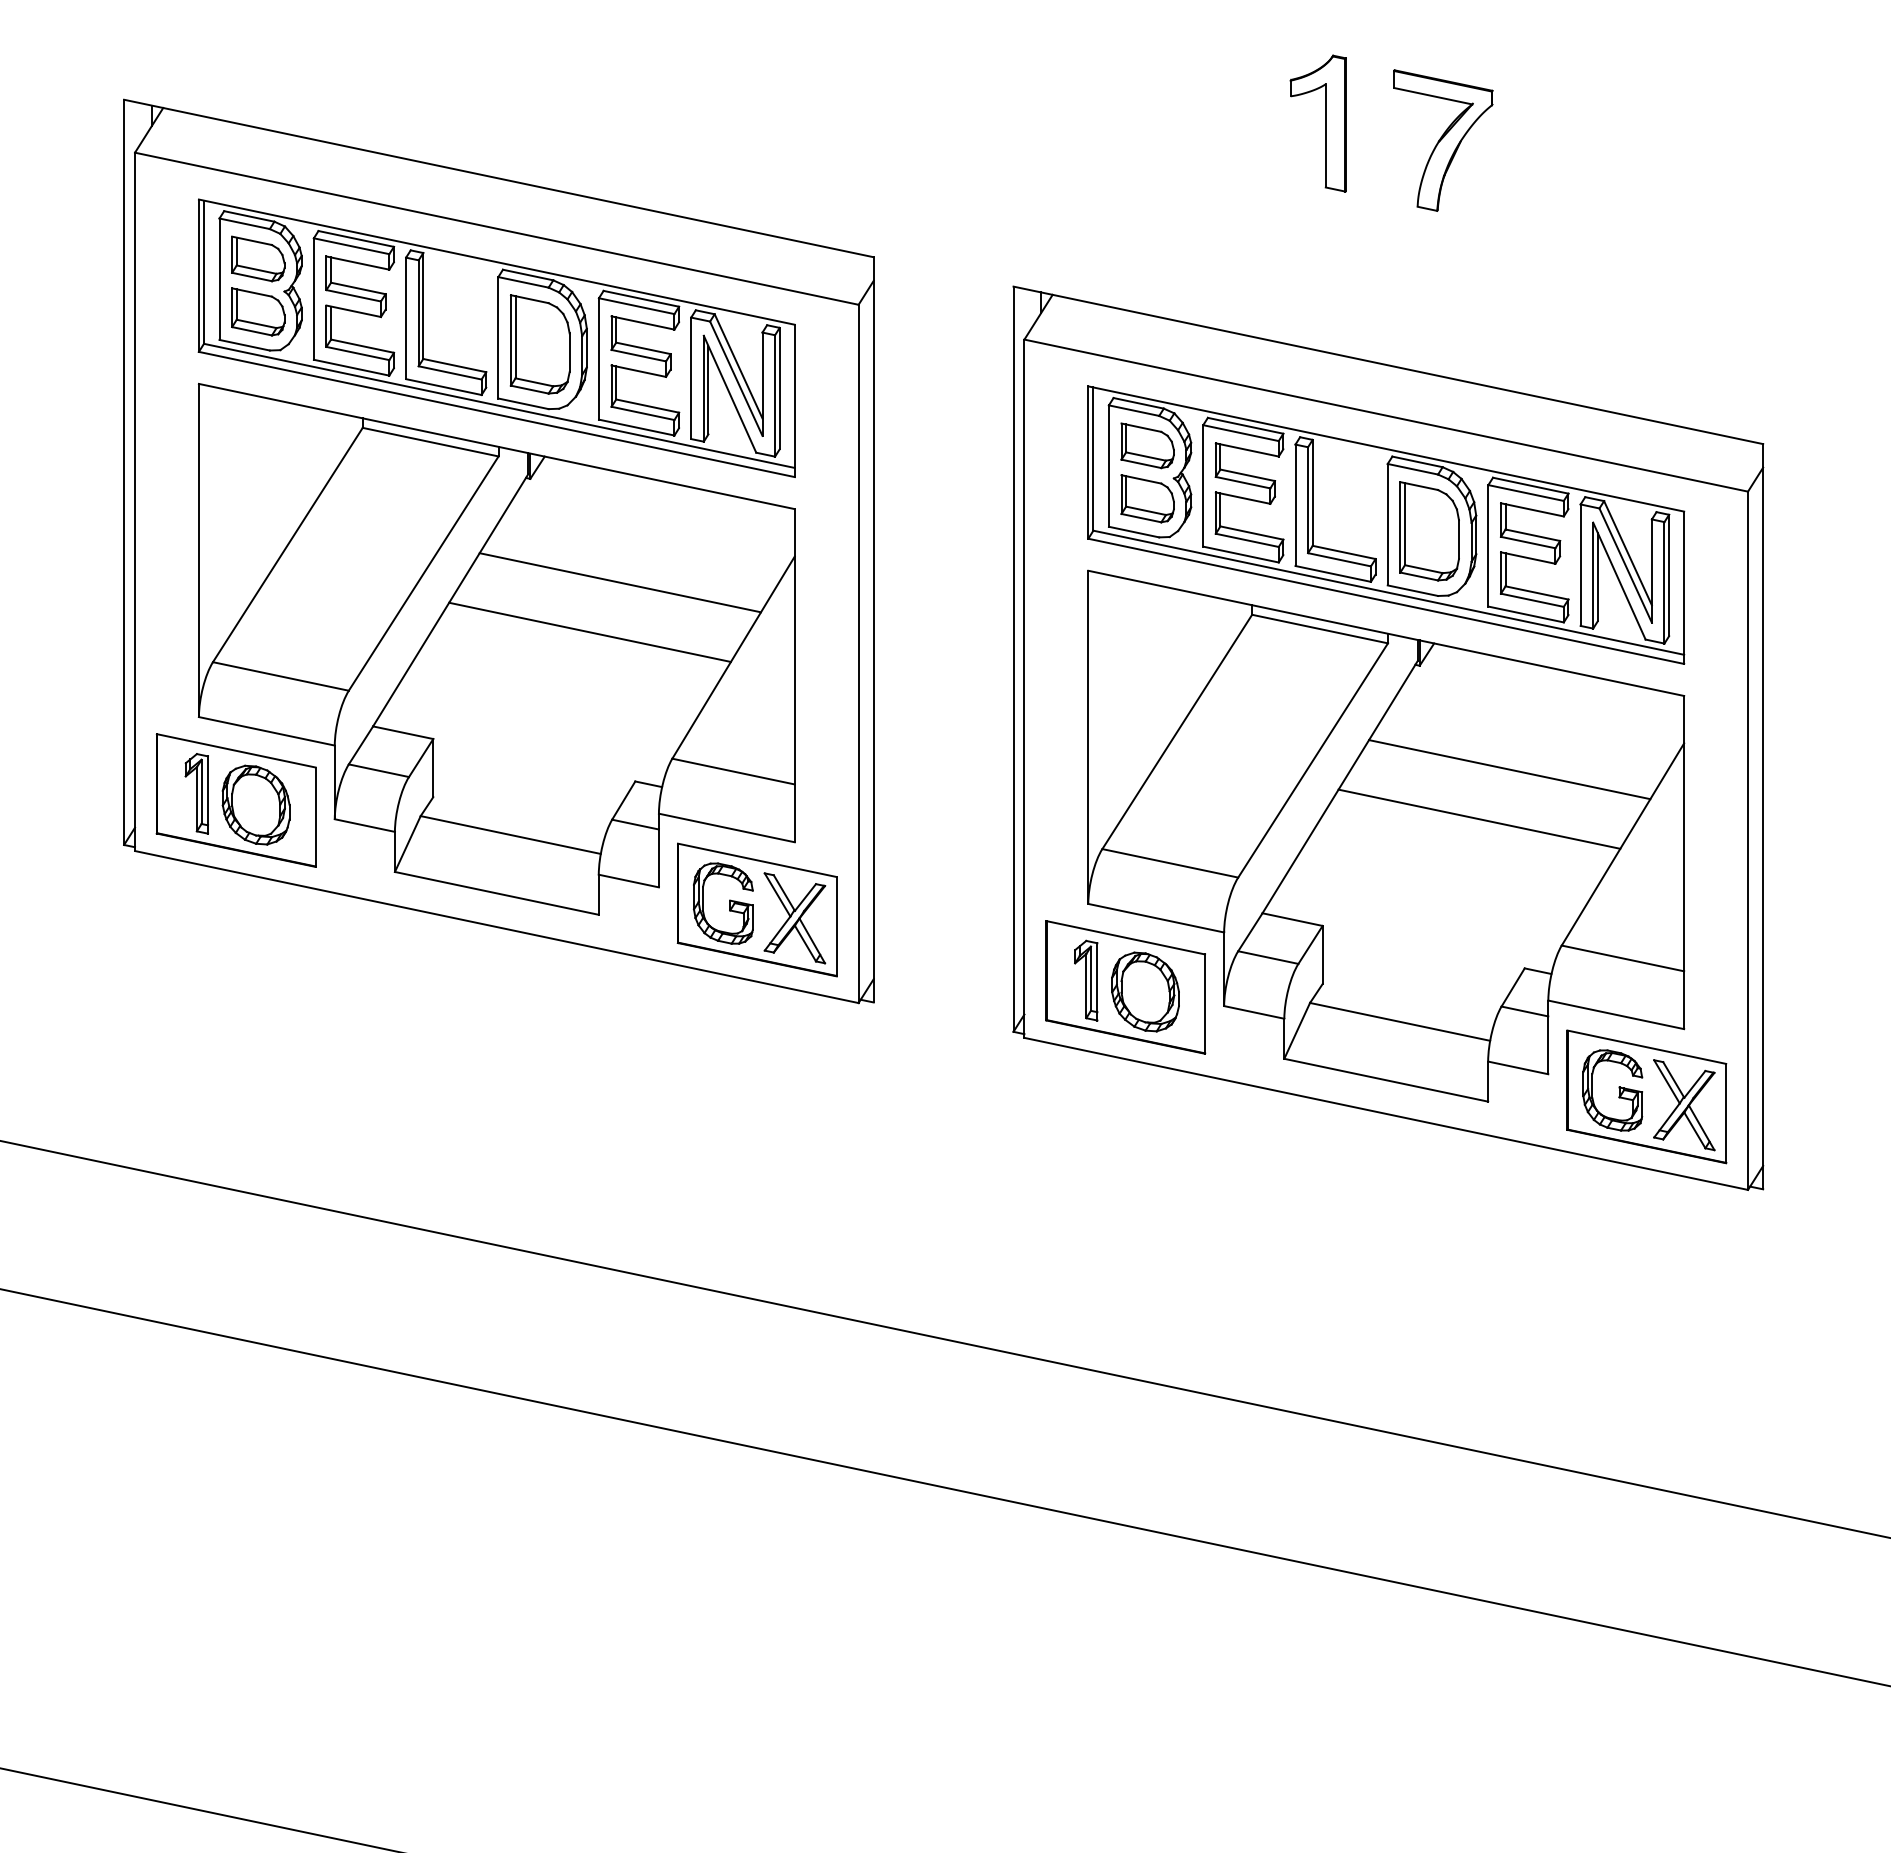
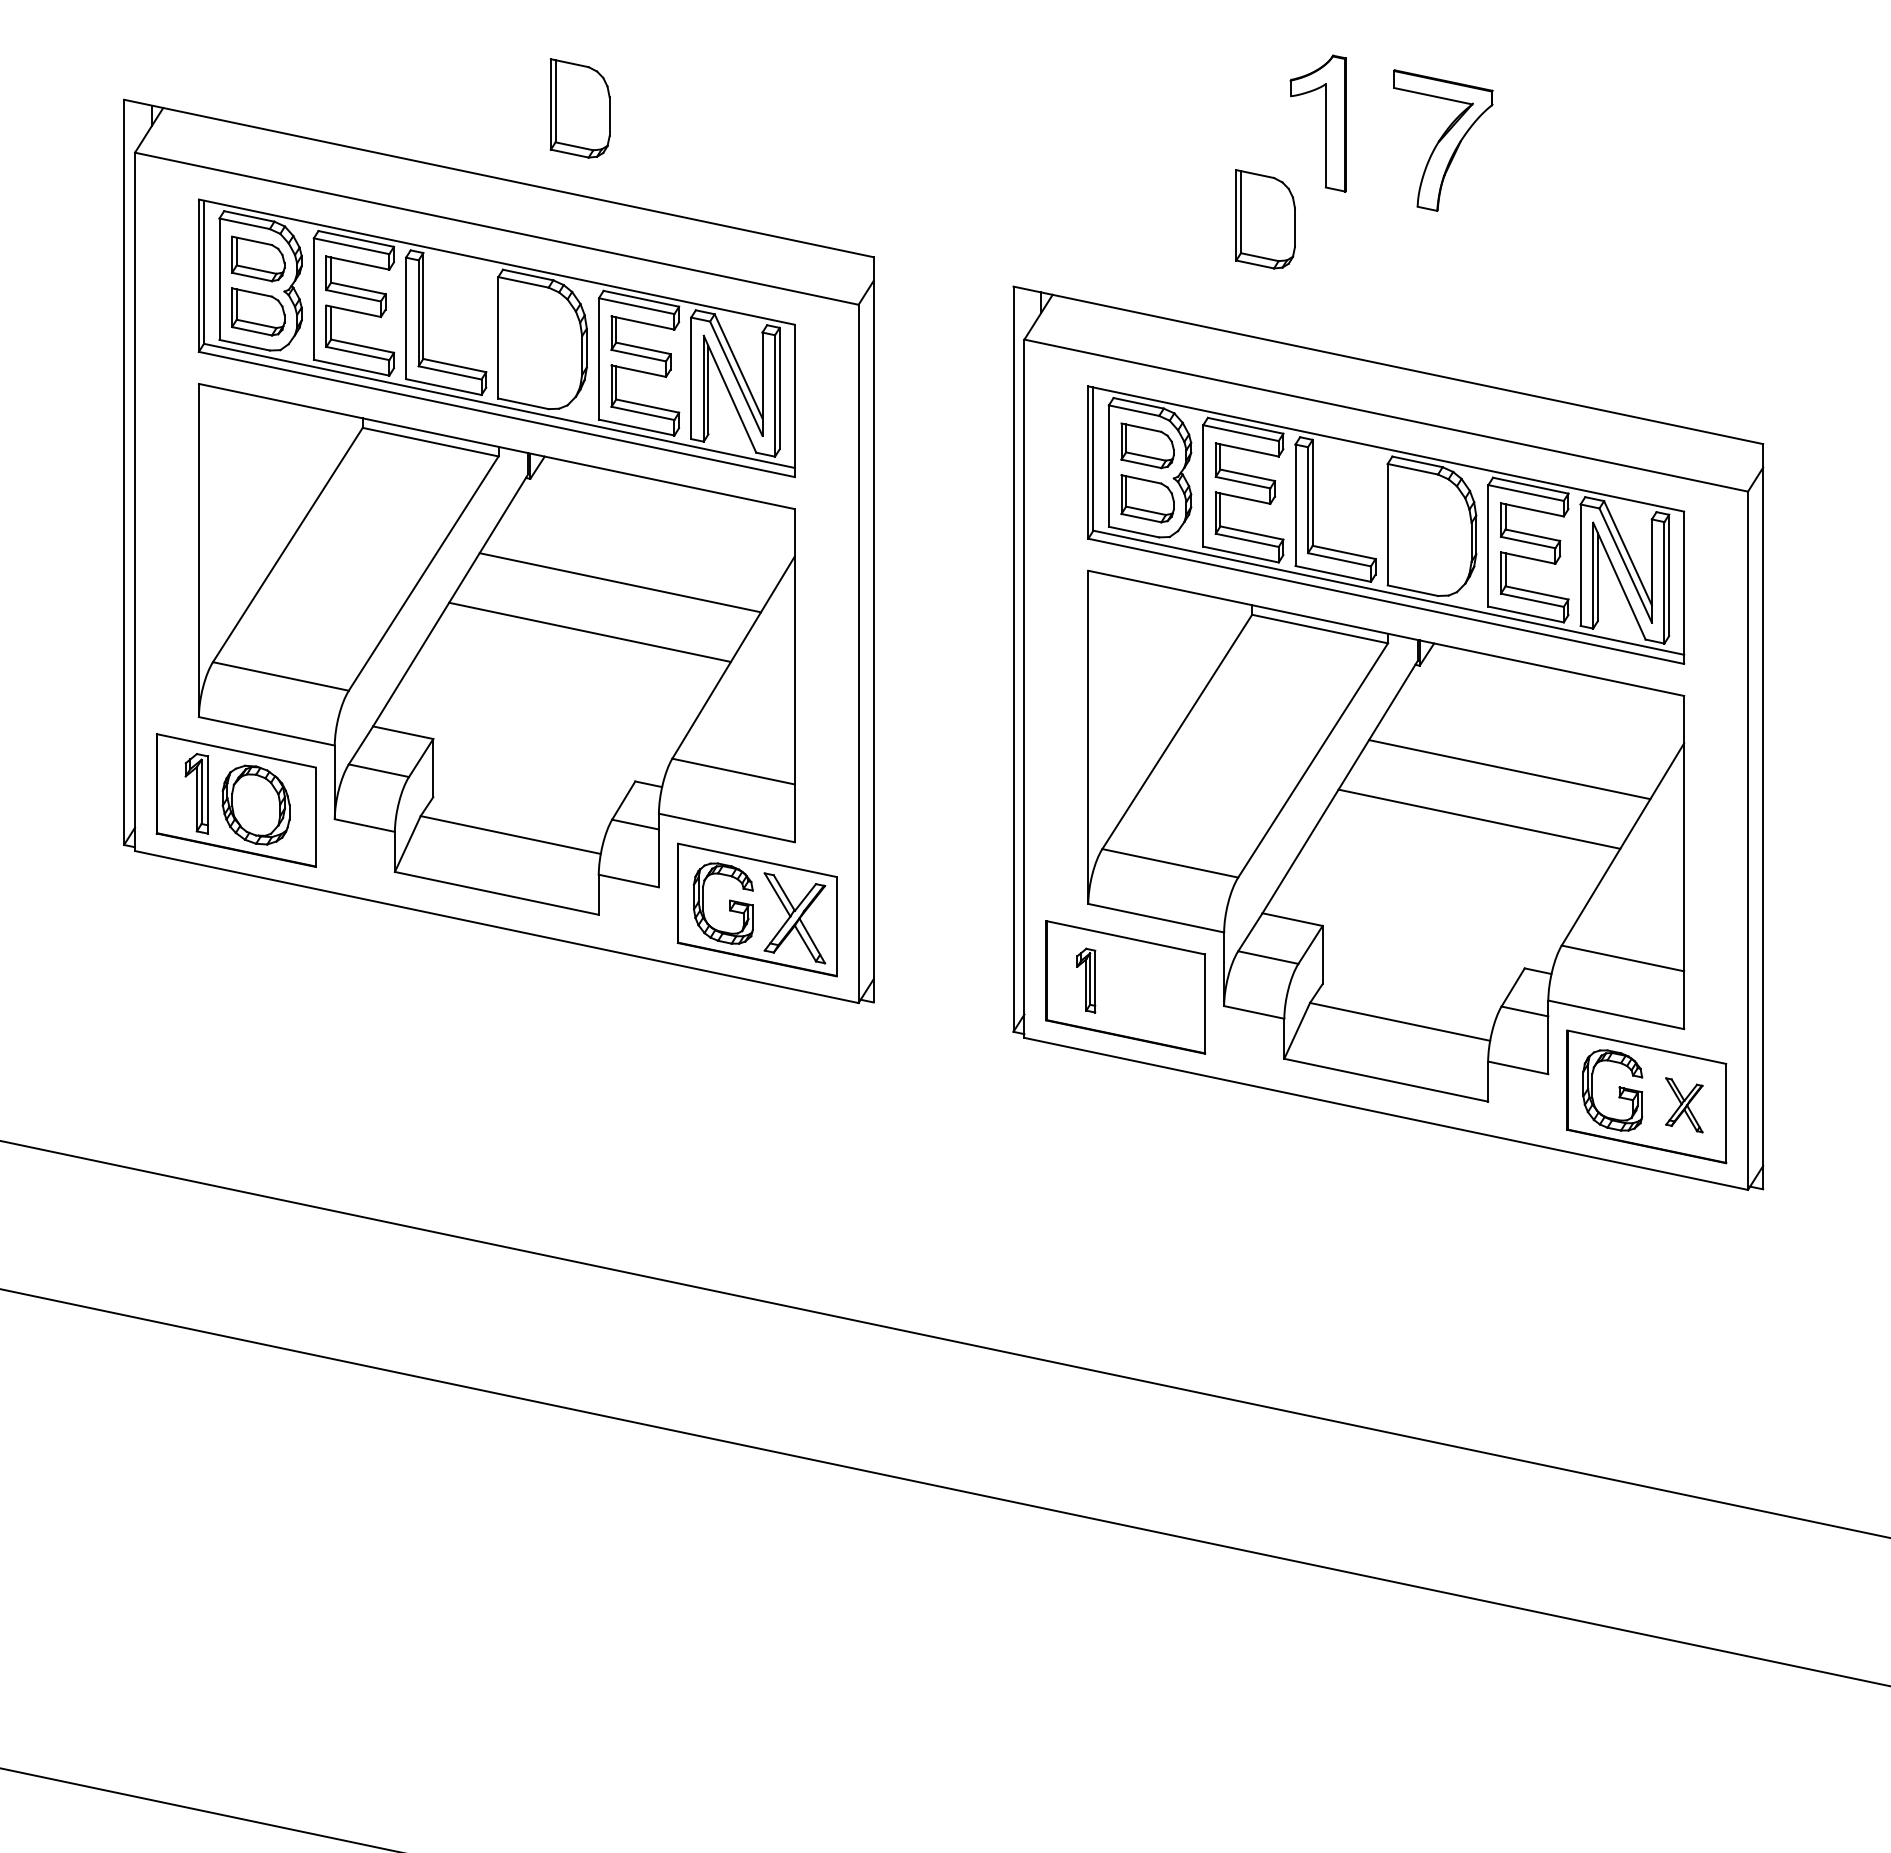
part at (539, 344) position: (539, 344) -> (579, 108)
part at (1429, 531) position: (1429, 531) -> (1265, 219)
part at (1086, 980) size: 25x83 px -> 21x67 px
part at (1145, 991): present -> none
part at (1684, 1105) size: 63x93 px -> 39x57 px
